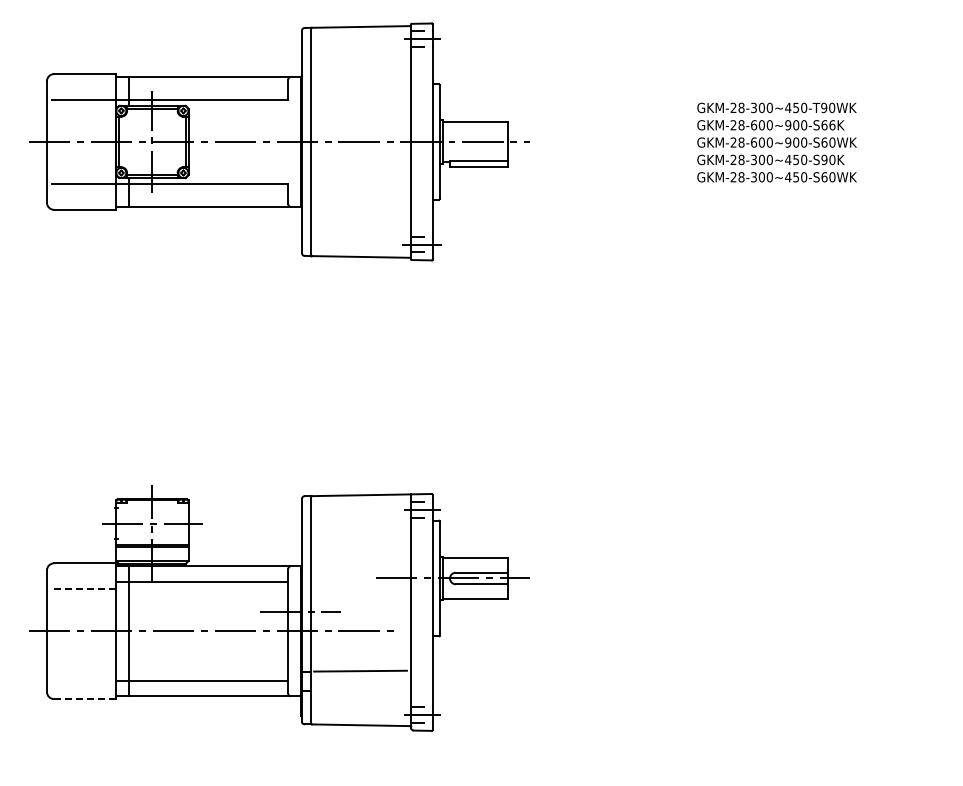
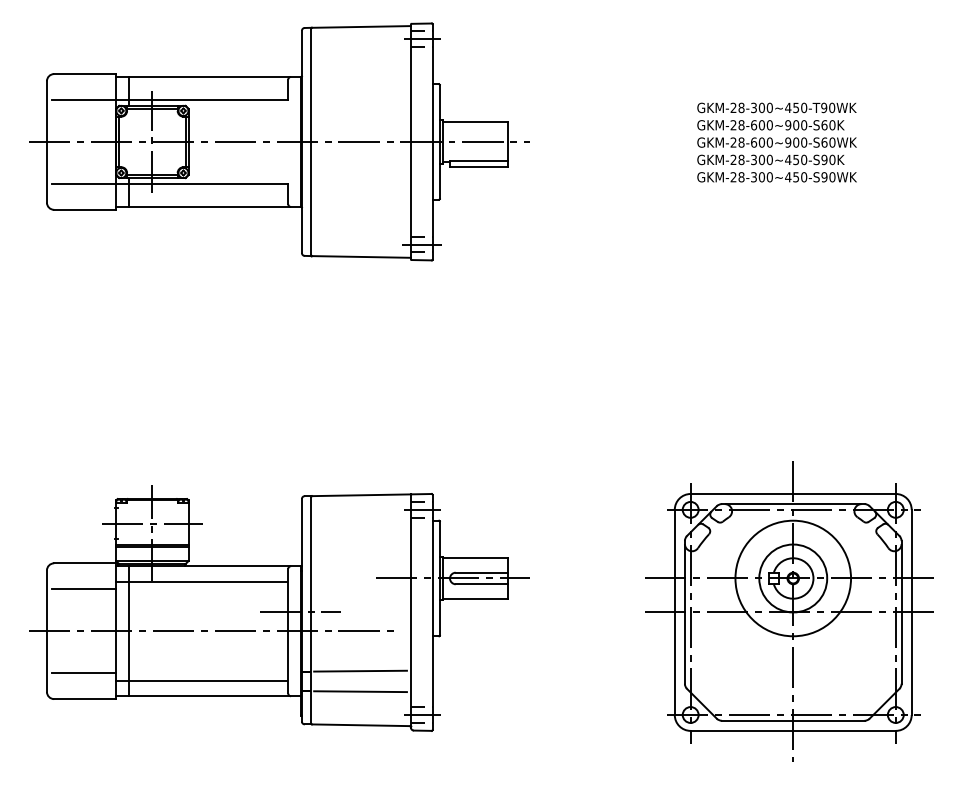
text at (832, 125): GKM-28-600~900-S66K -> GKM-28-600~900-S60K
text at (824, 177): GKM-28-300~450-S60WK -> GKM-28-300~450-S90WK
line at (83, 589): dashed -> solid
part at (789, 611): none -> present
line at (83, 673): none -> present
line at (360, 691): none -> present
line at (84, 699): dashed -> solid
